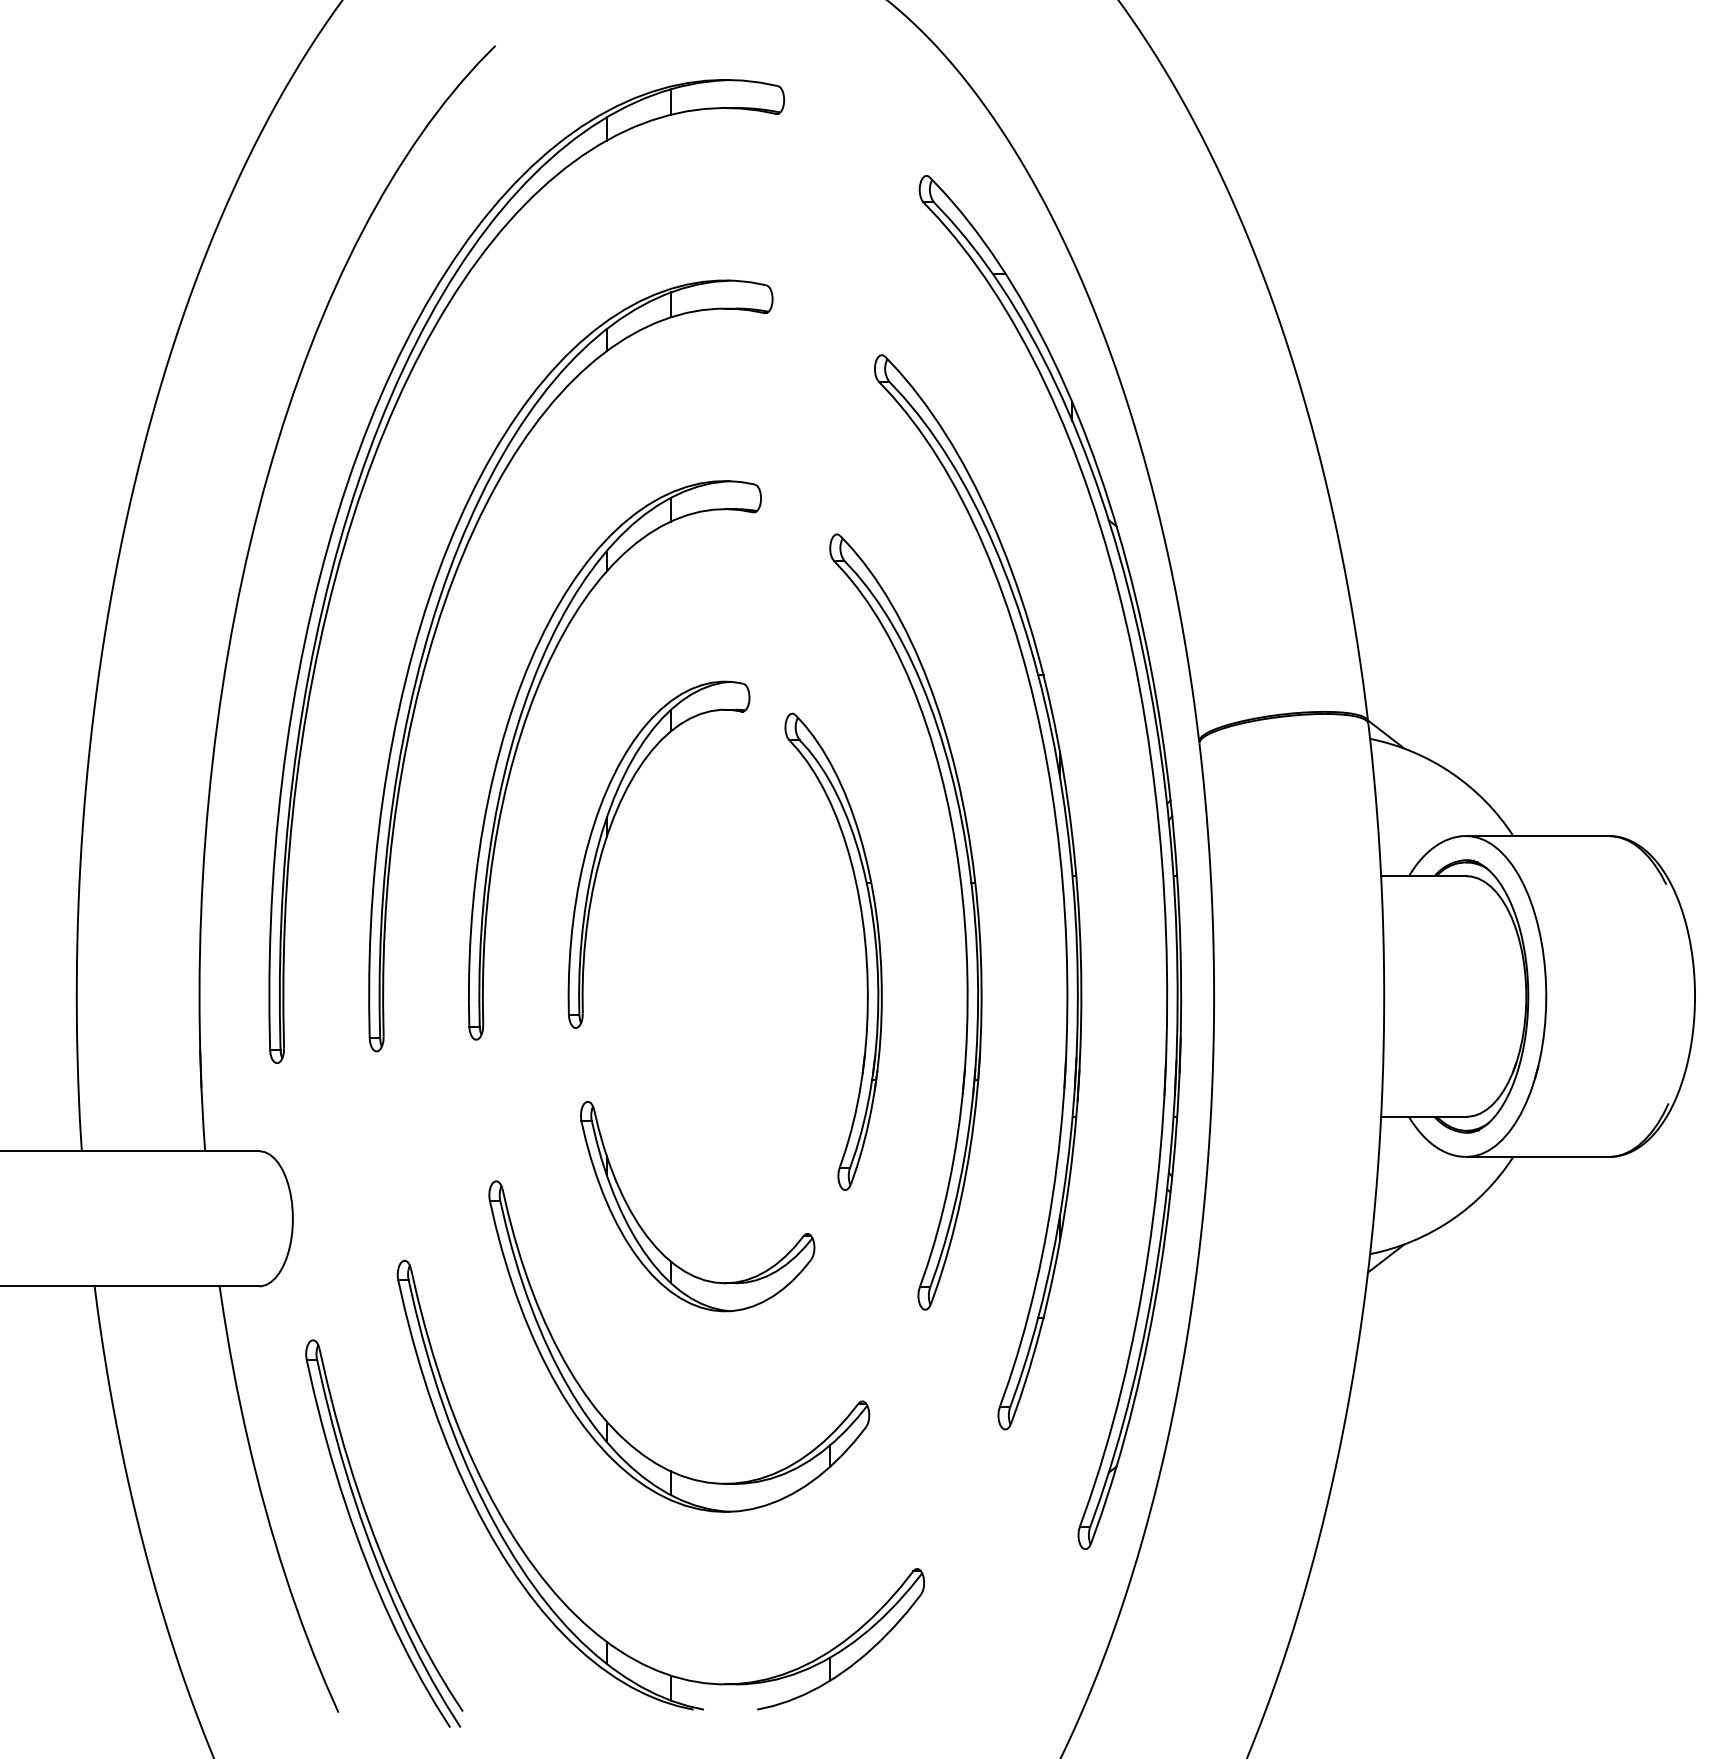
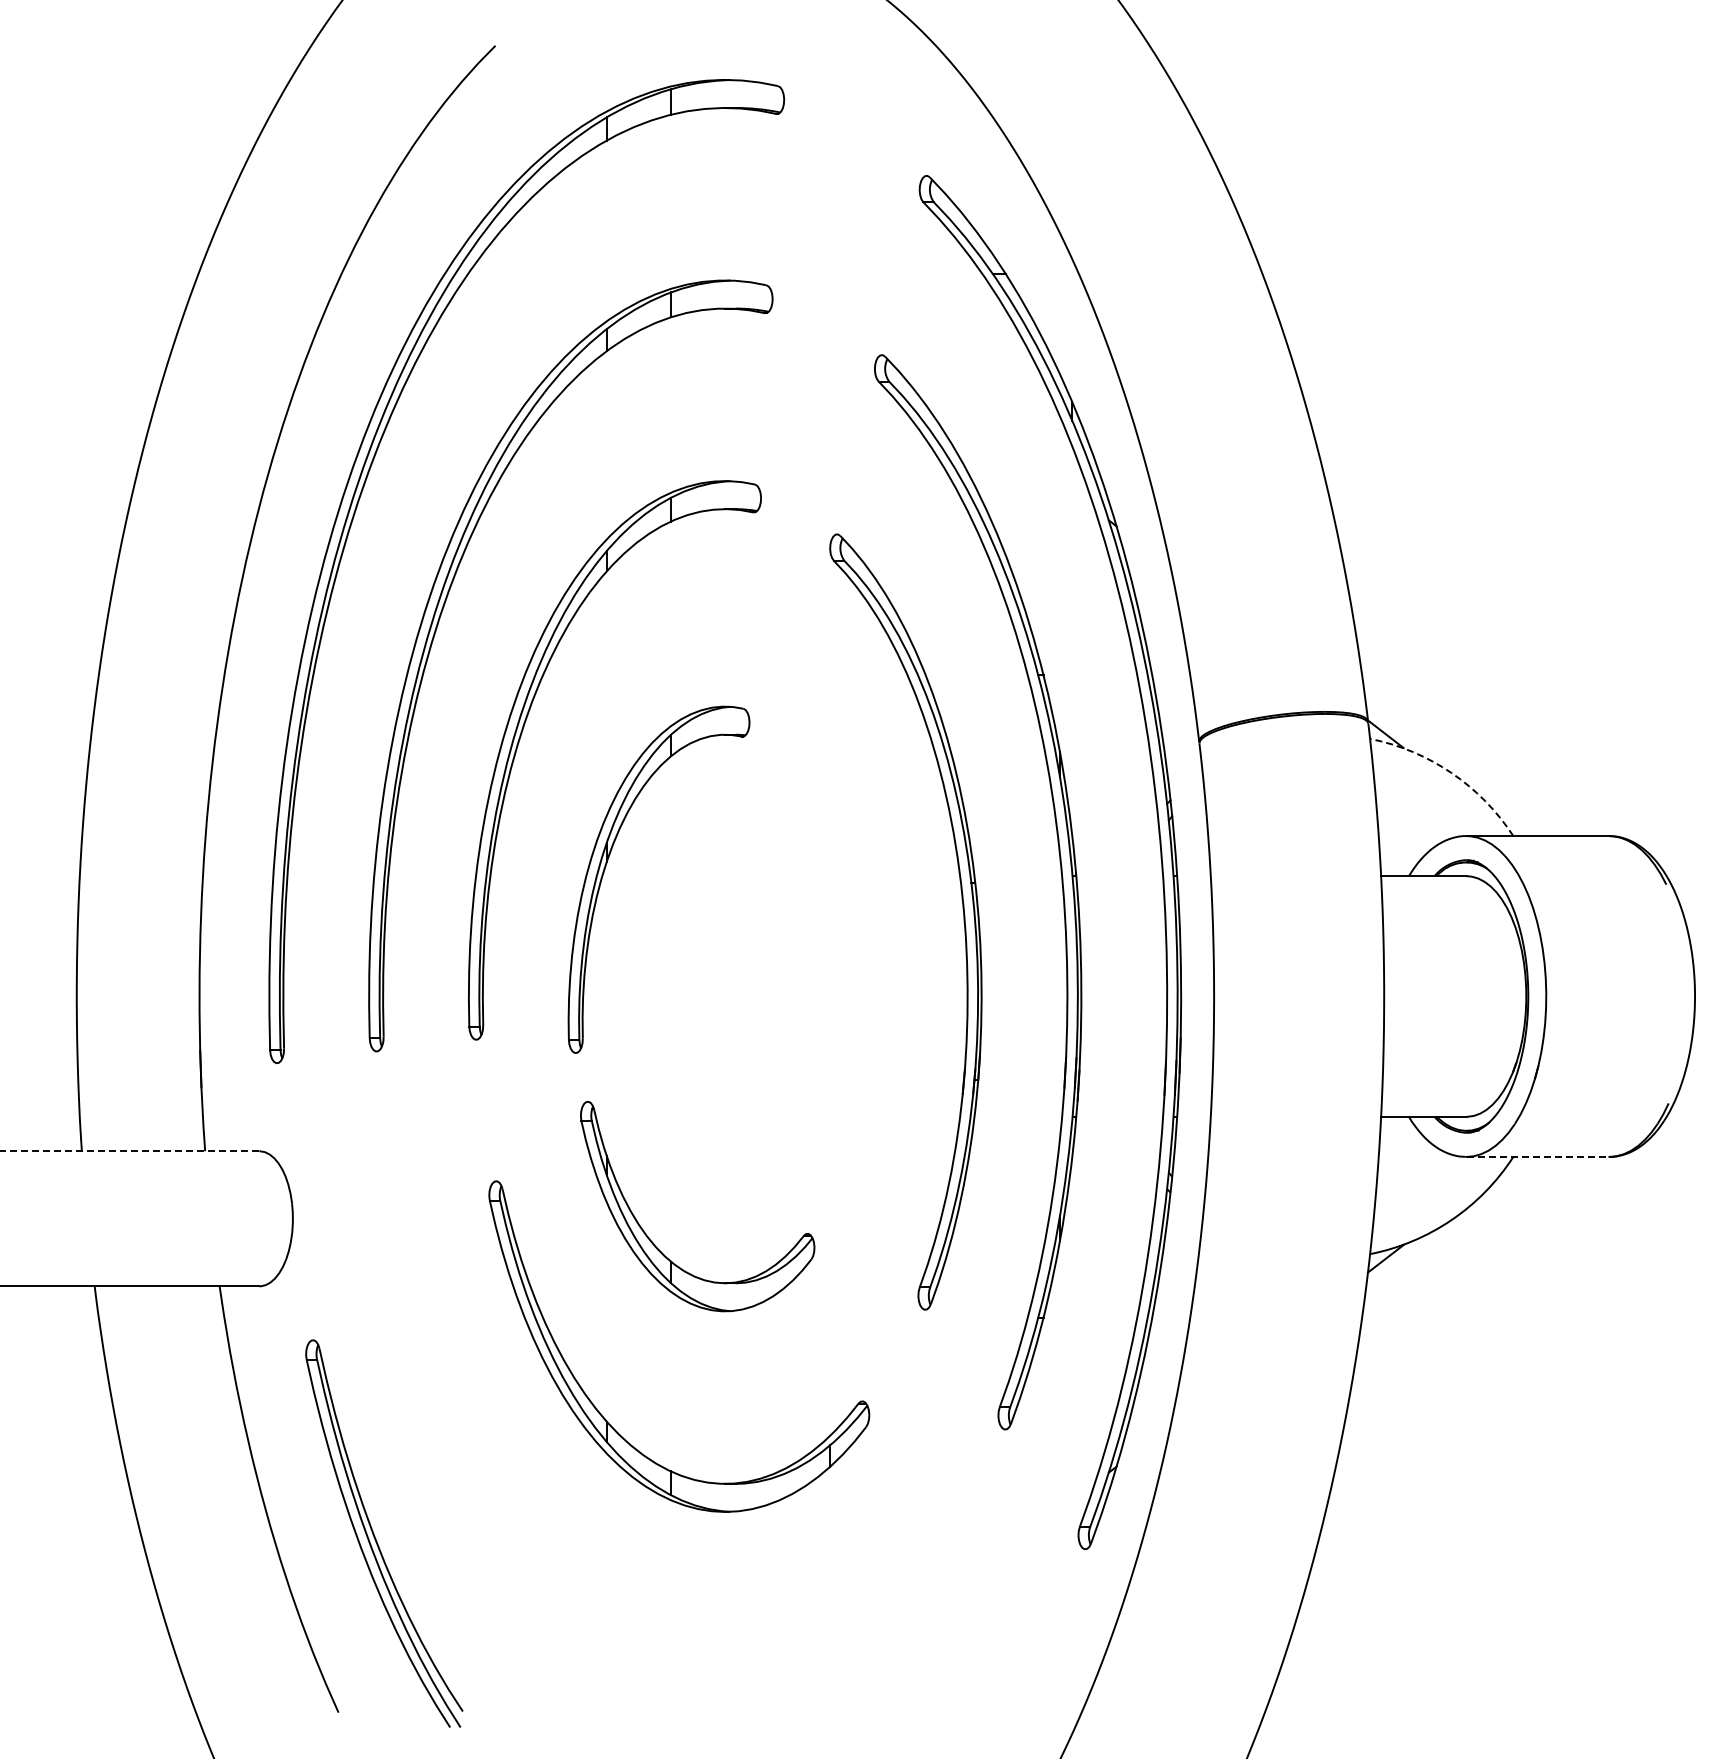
arc at (1451, 773): solid -> dashed
part at (607, 838) position: (607, 838) -> (607, 863)
part at (864, 947): present -> none
line at (129, 1151): solid -> dashed
line at (1538, 1156): solid -> dashed
part at (544, 1578): present -> none
